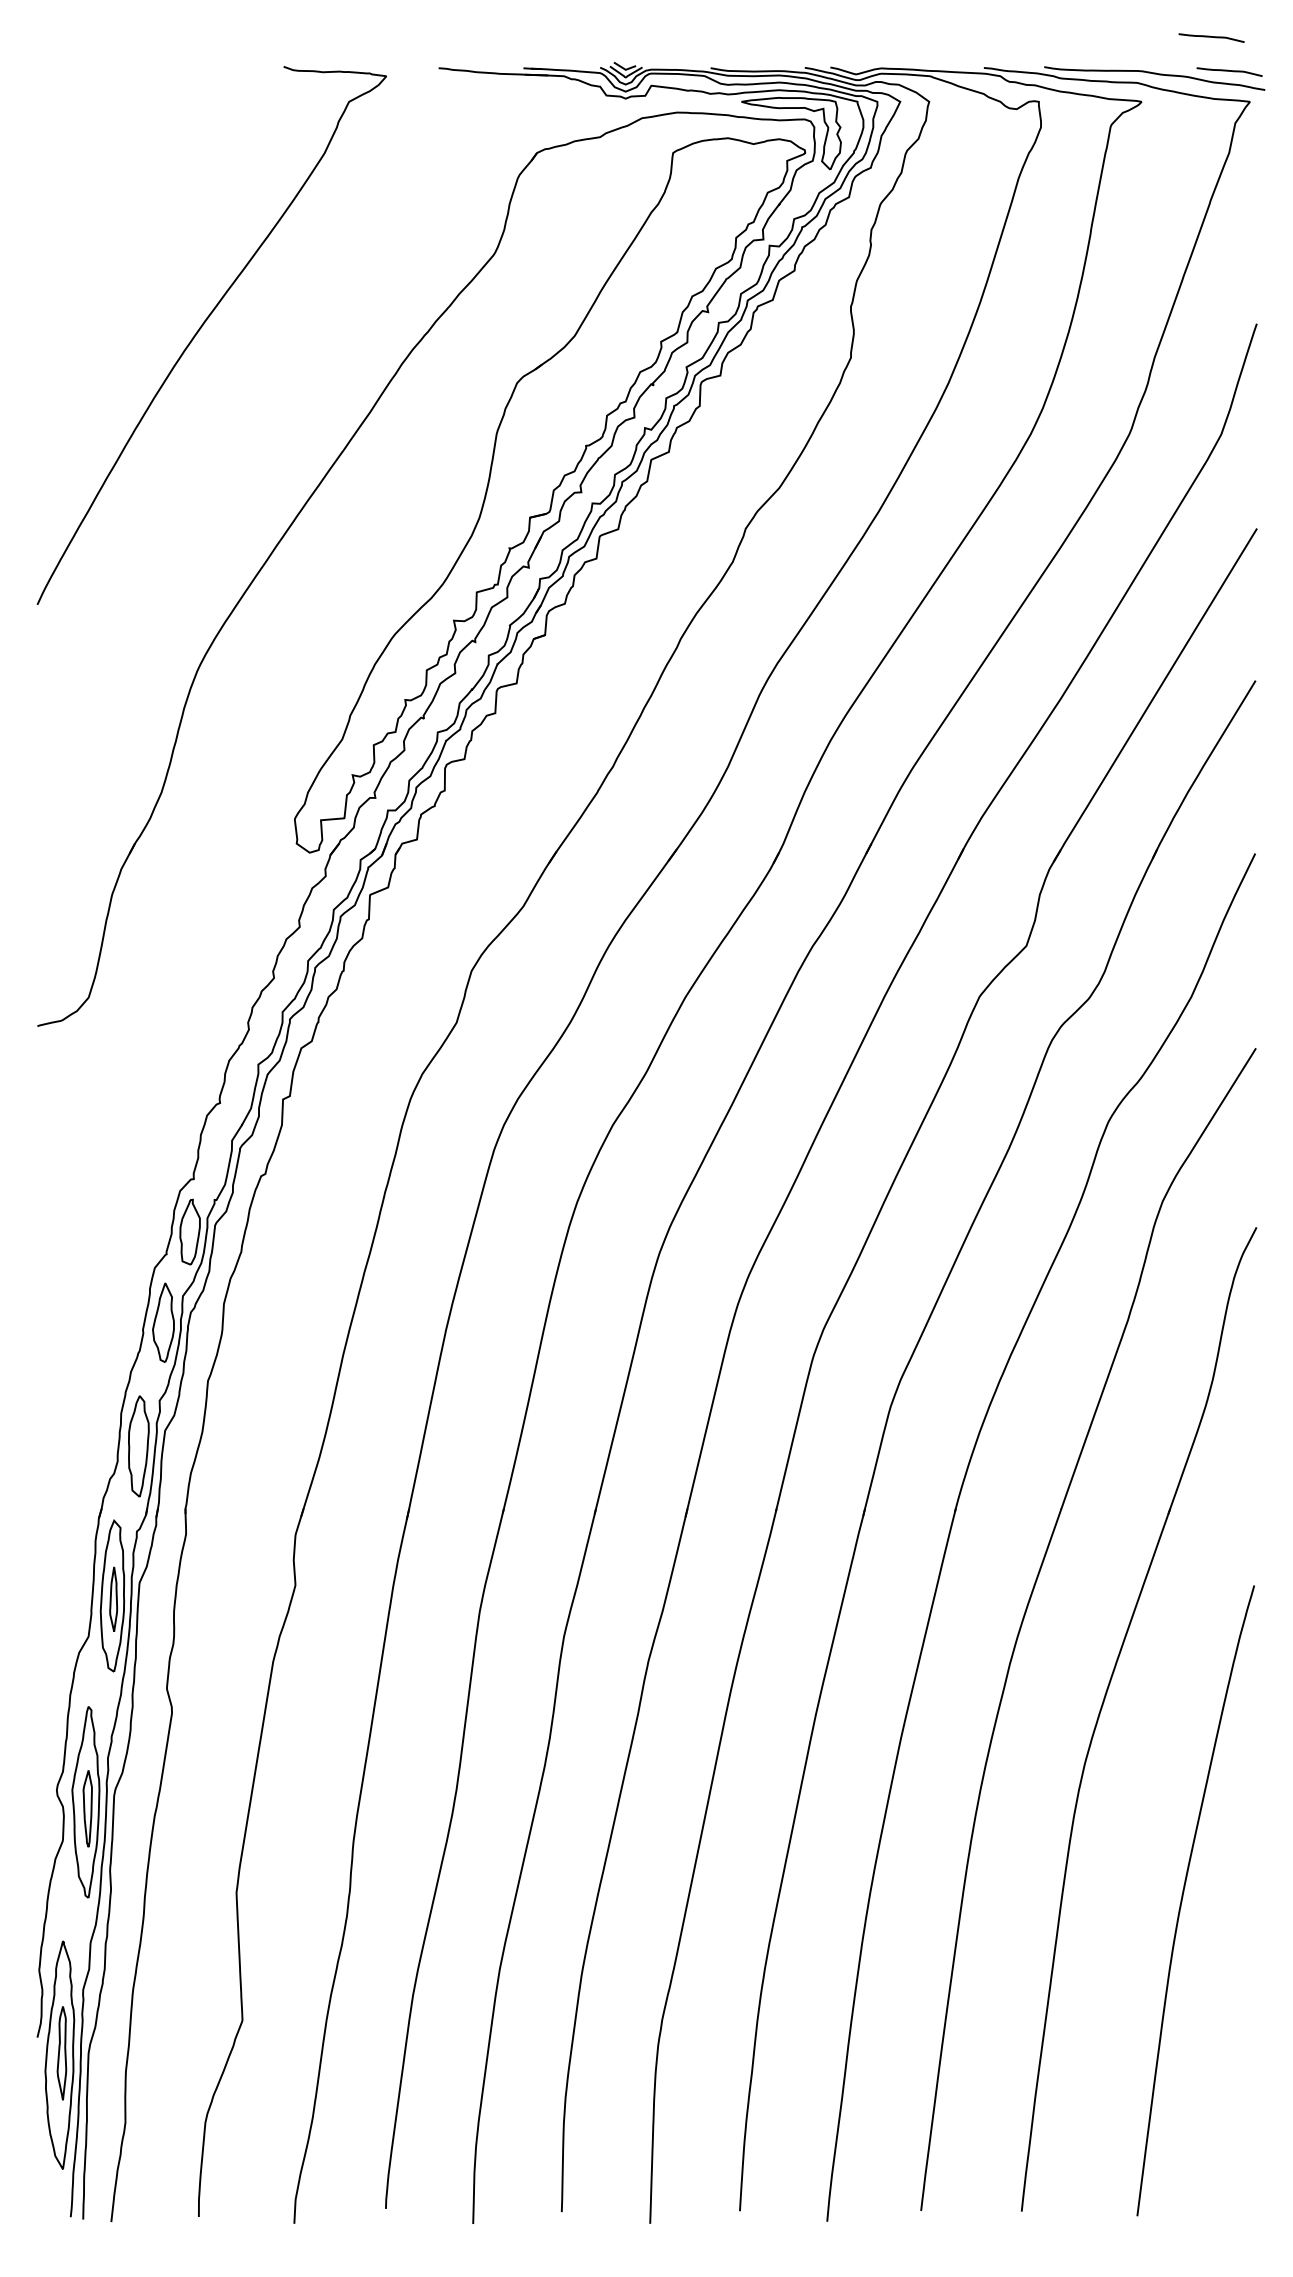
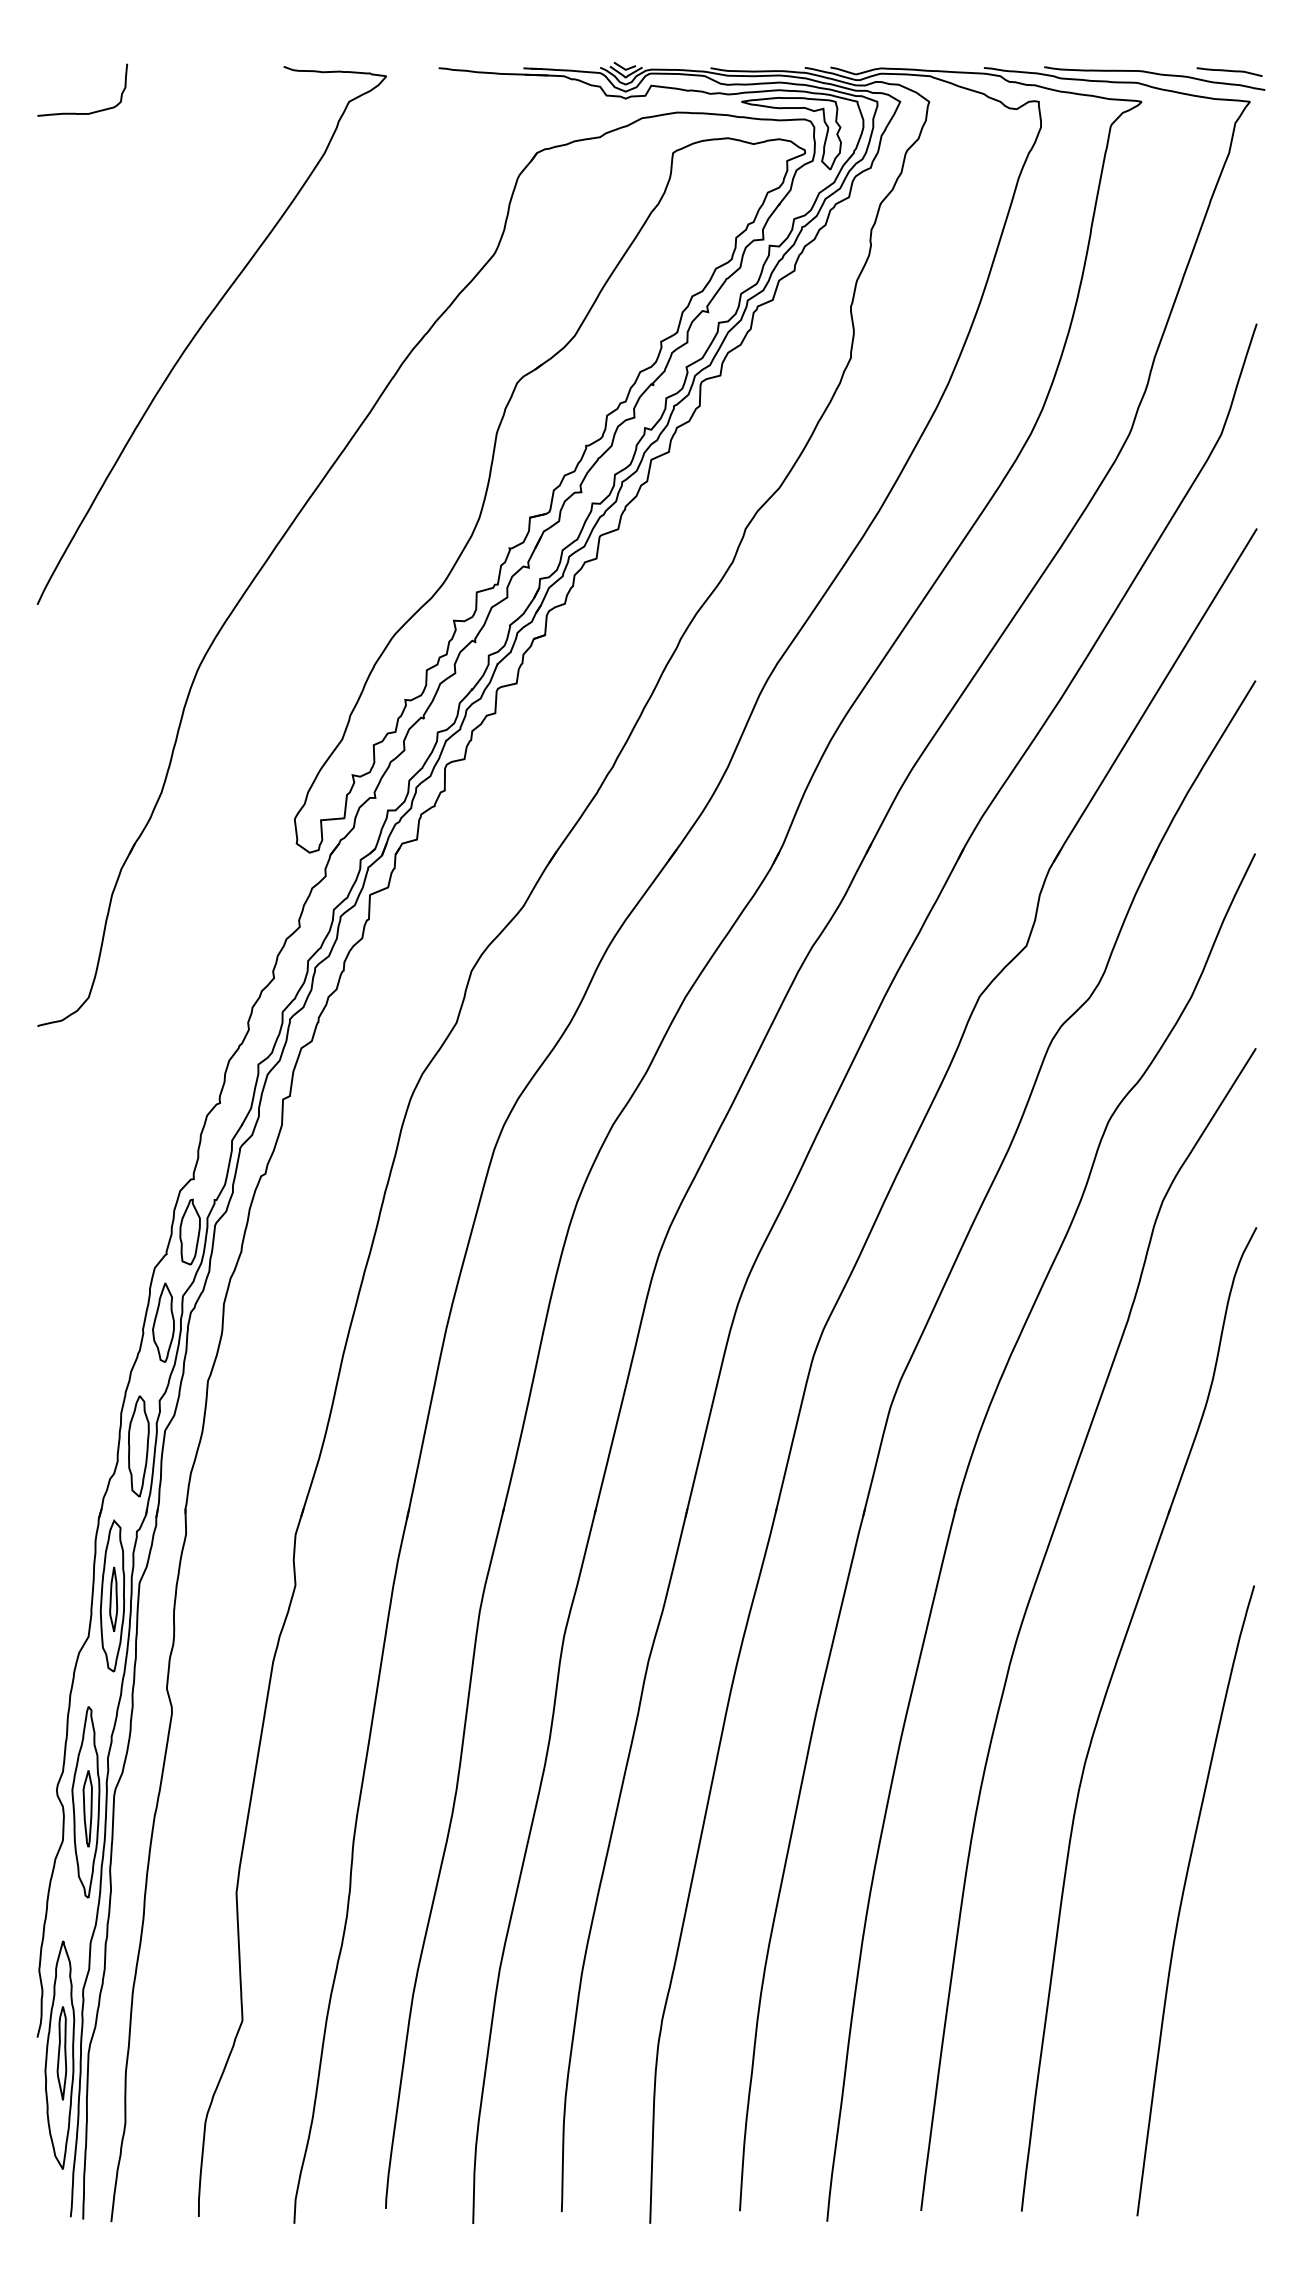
curve at (1211, 37): present -> none
curve at (82, 113): none -> present
